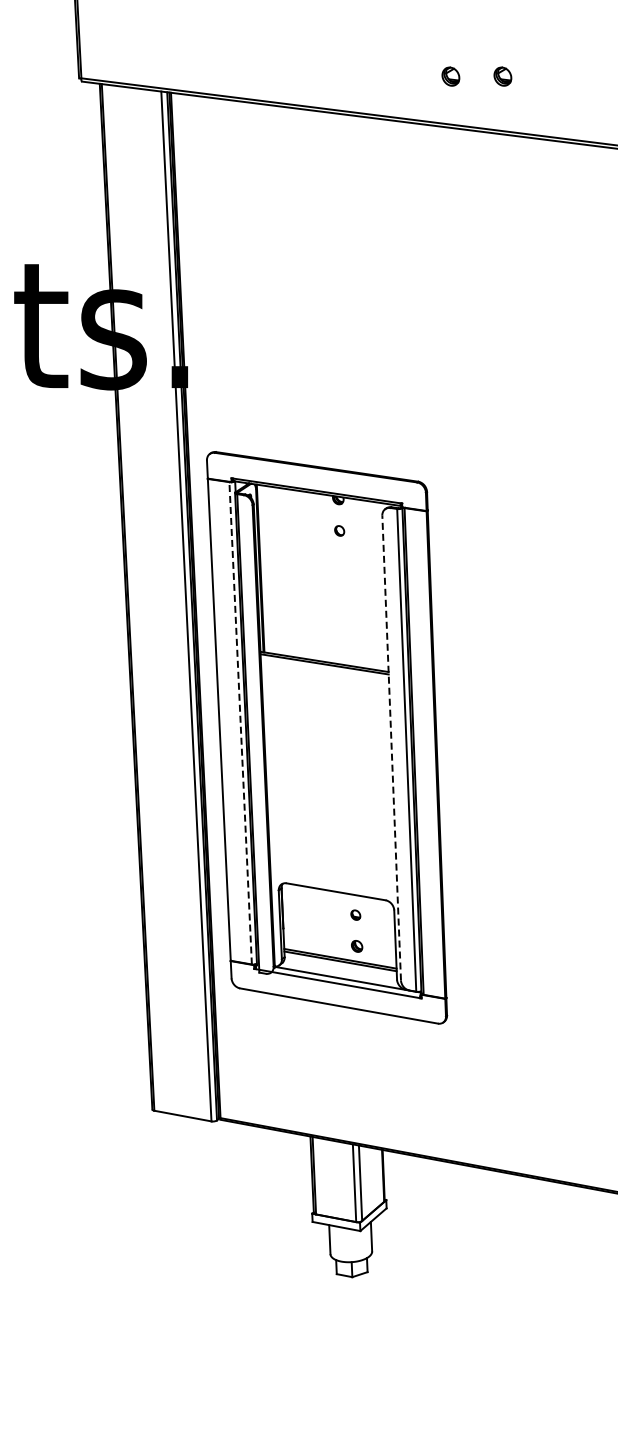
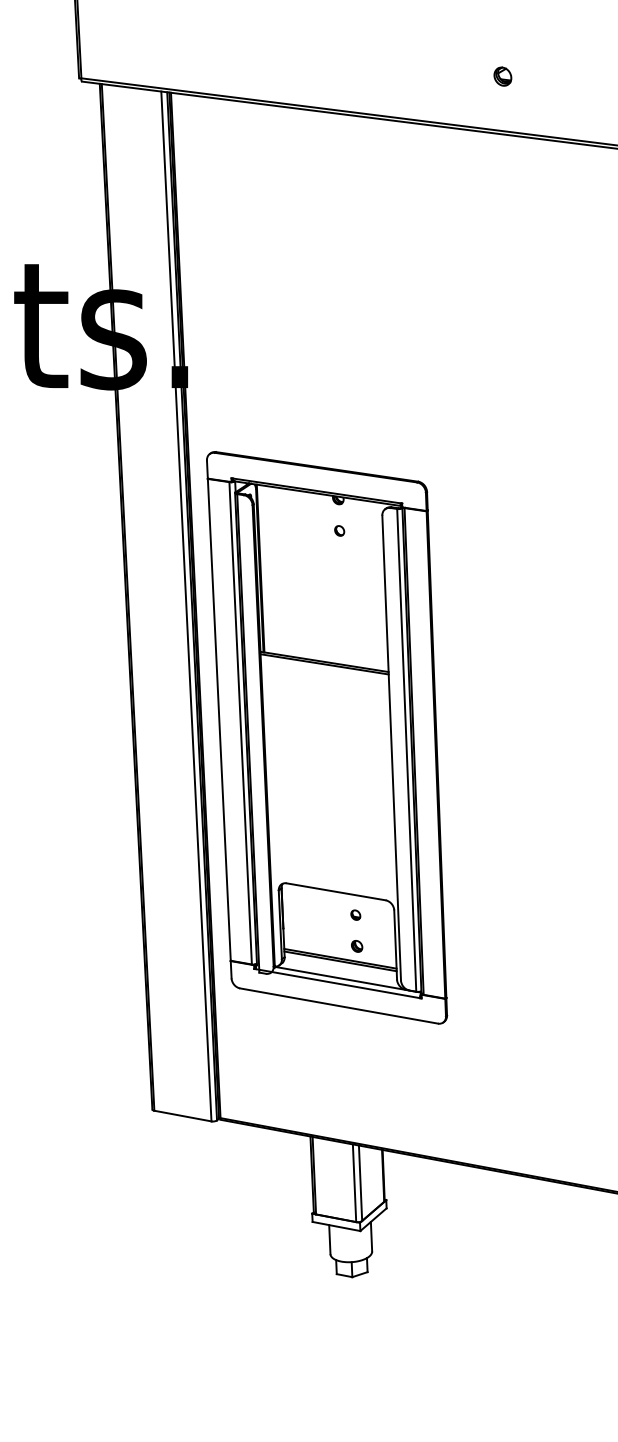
part at (450, 76): present -> none
line at (240, 722): dashed -> solid
line at (391, 748): dashed -> solid
